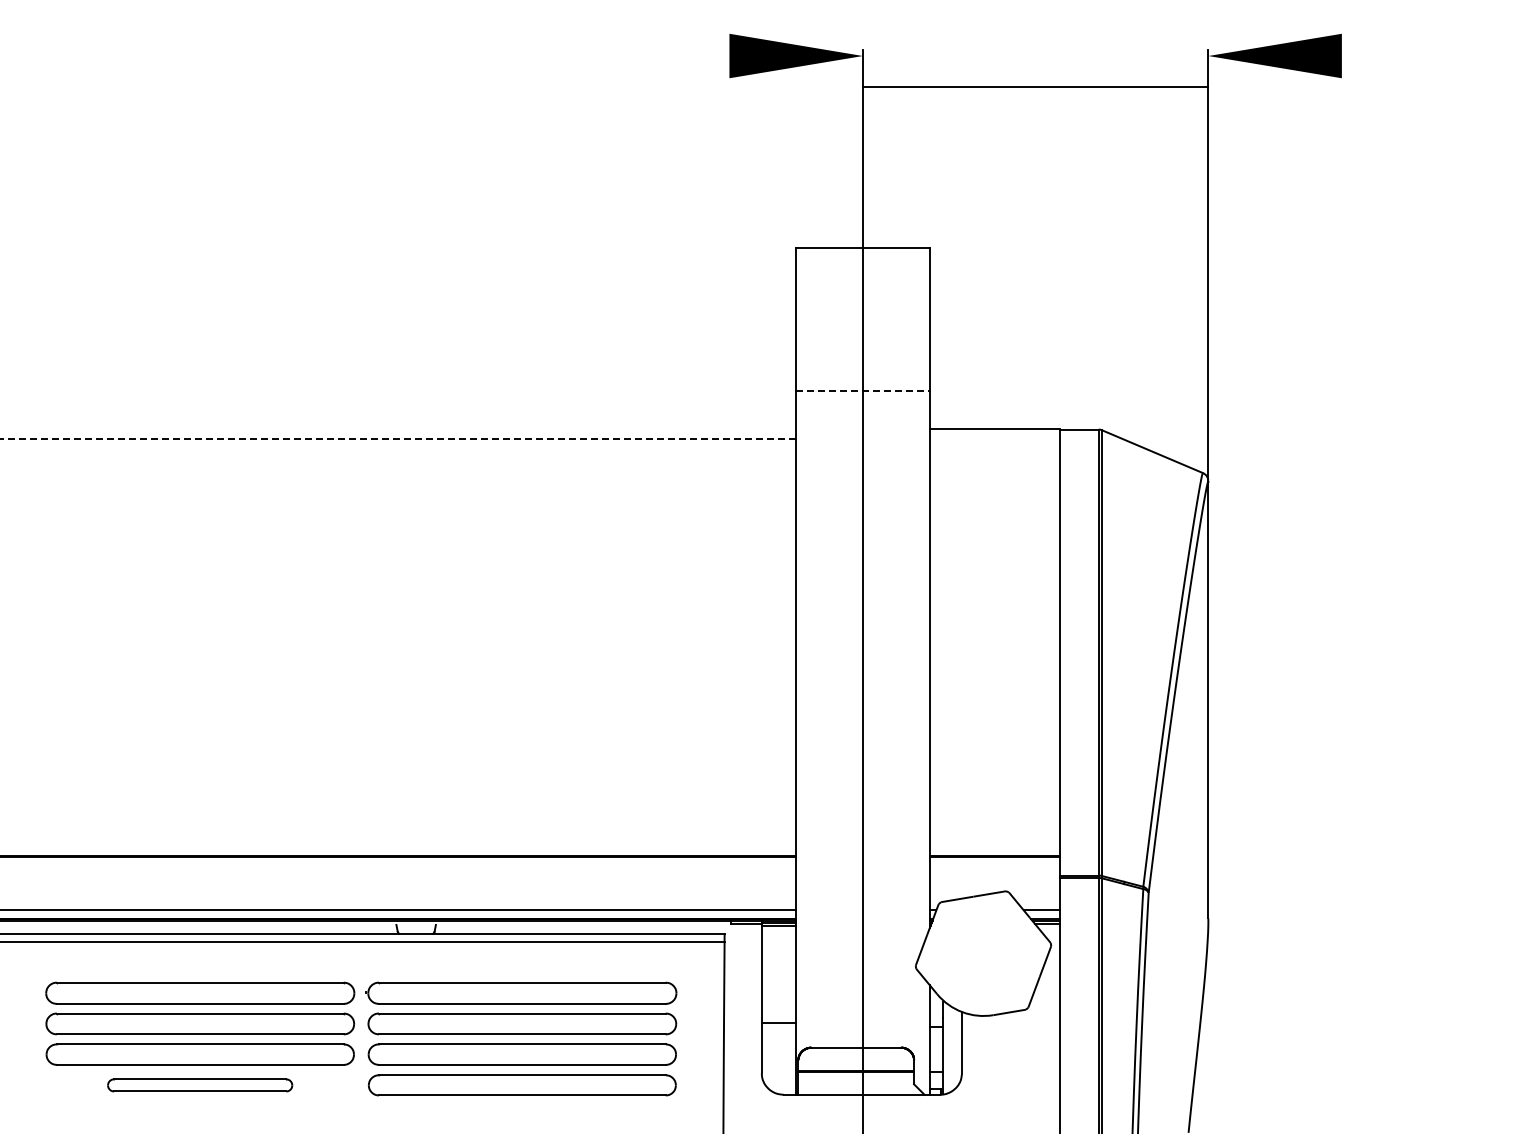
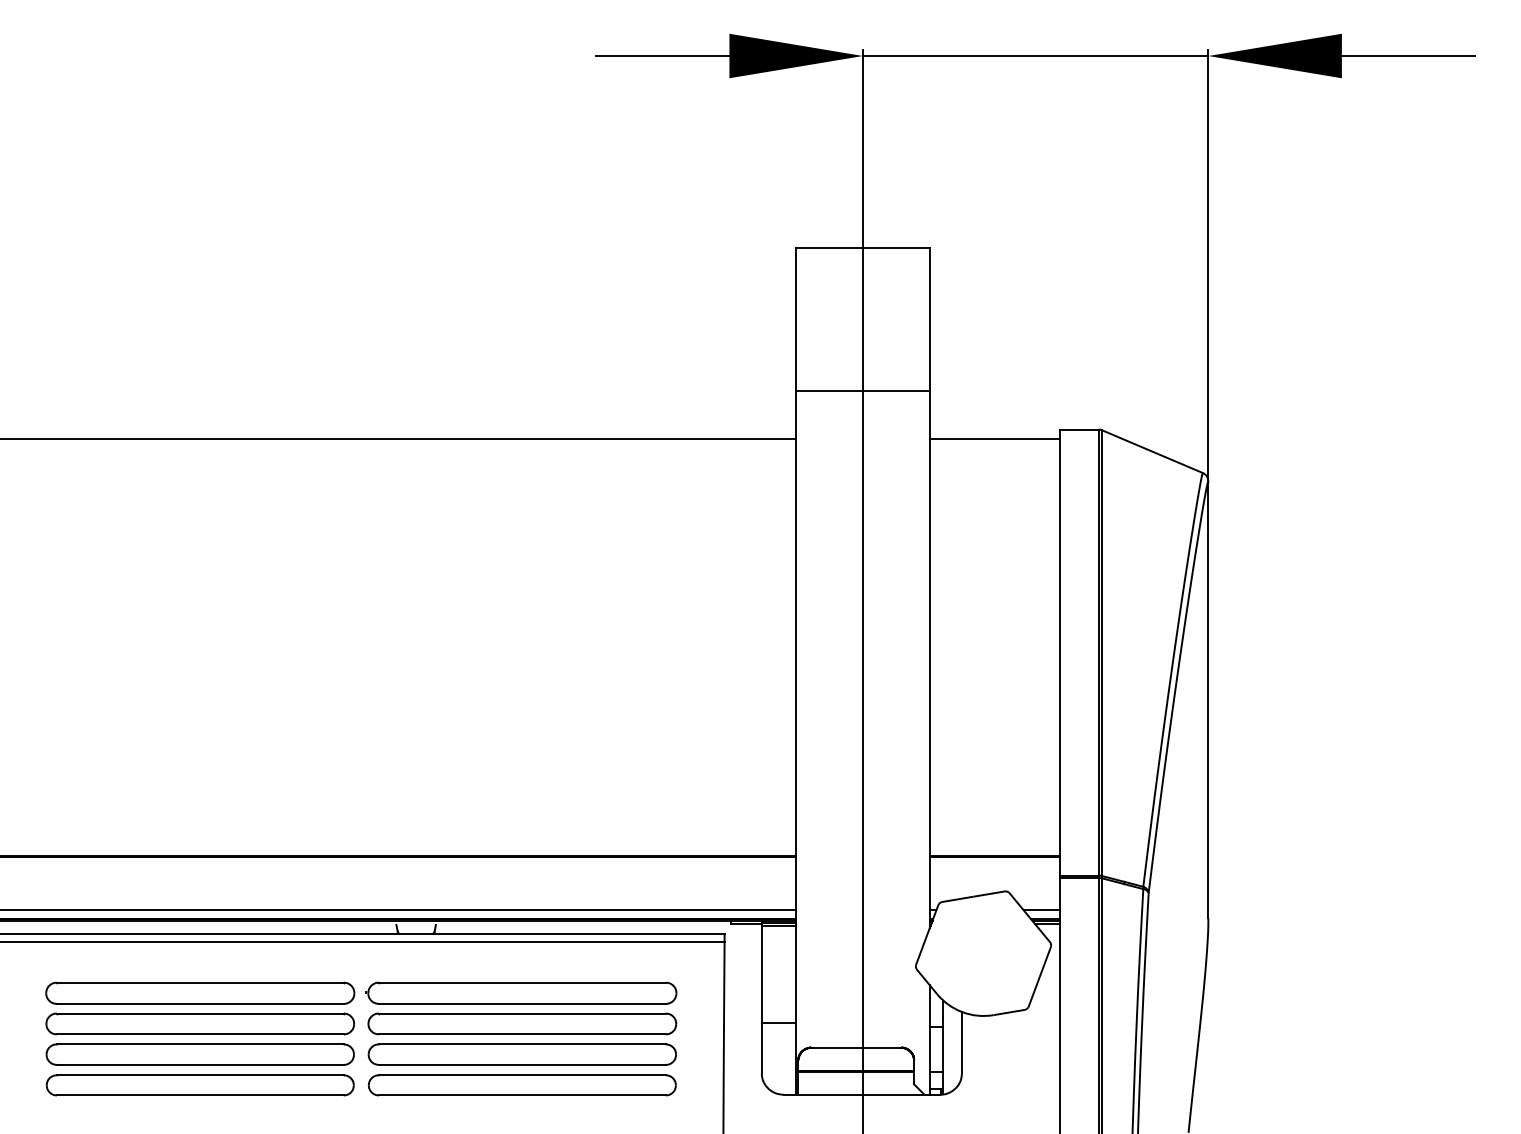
line at (662, 56): none -> present
line at (1408, 56): none -> present
line at (1035, 87) position: (1035, 87) -> (1035, 56)
line at (862, 390): dashed -> solid
line at (994, 428) position: (994, 428) -> (994, 438)
line at (398, 438): dashed -> solid
part at (200, 1085) size: 187x15 px -> 310x23 px
